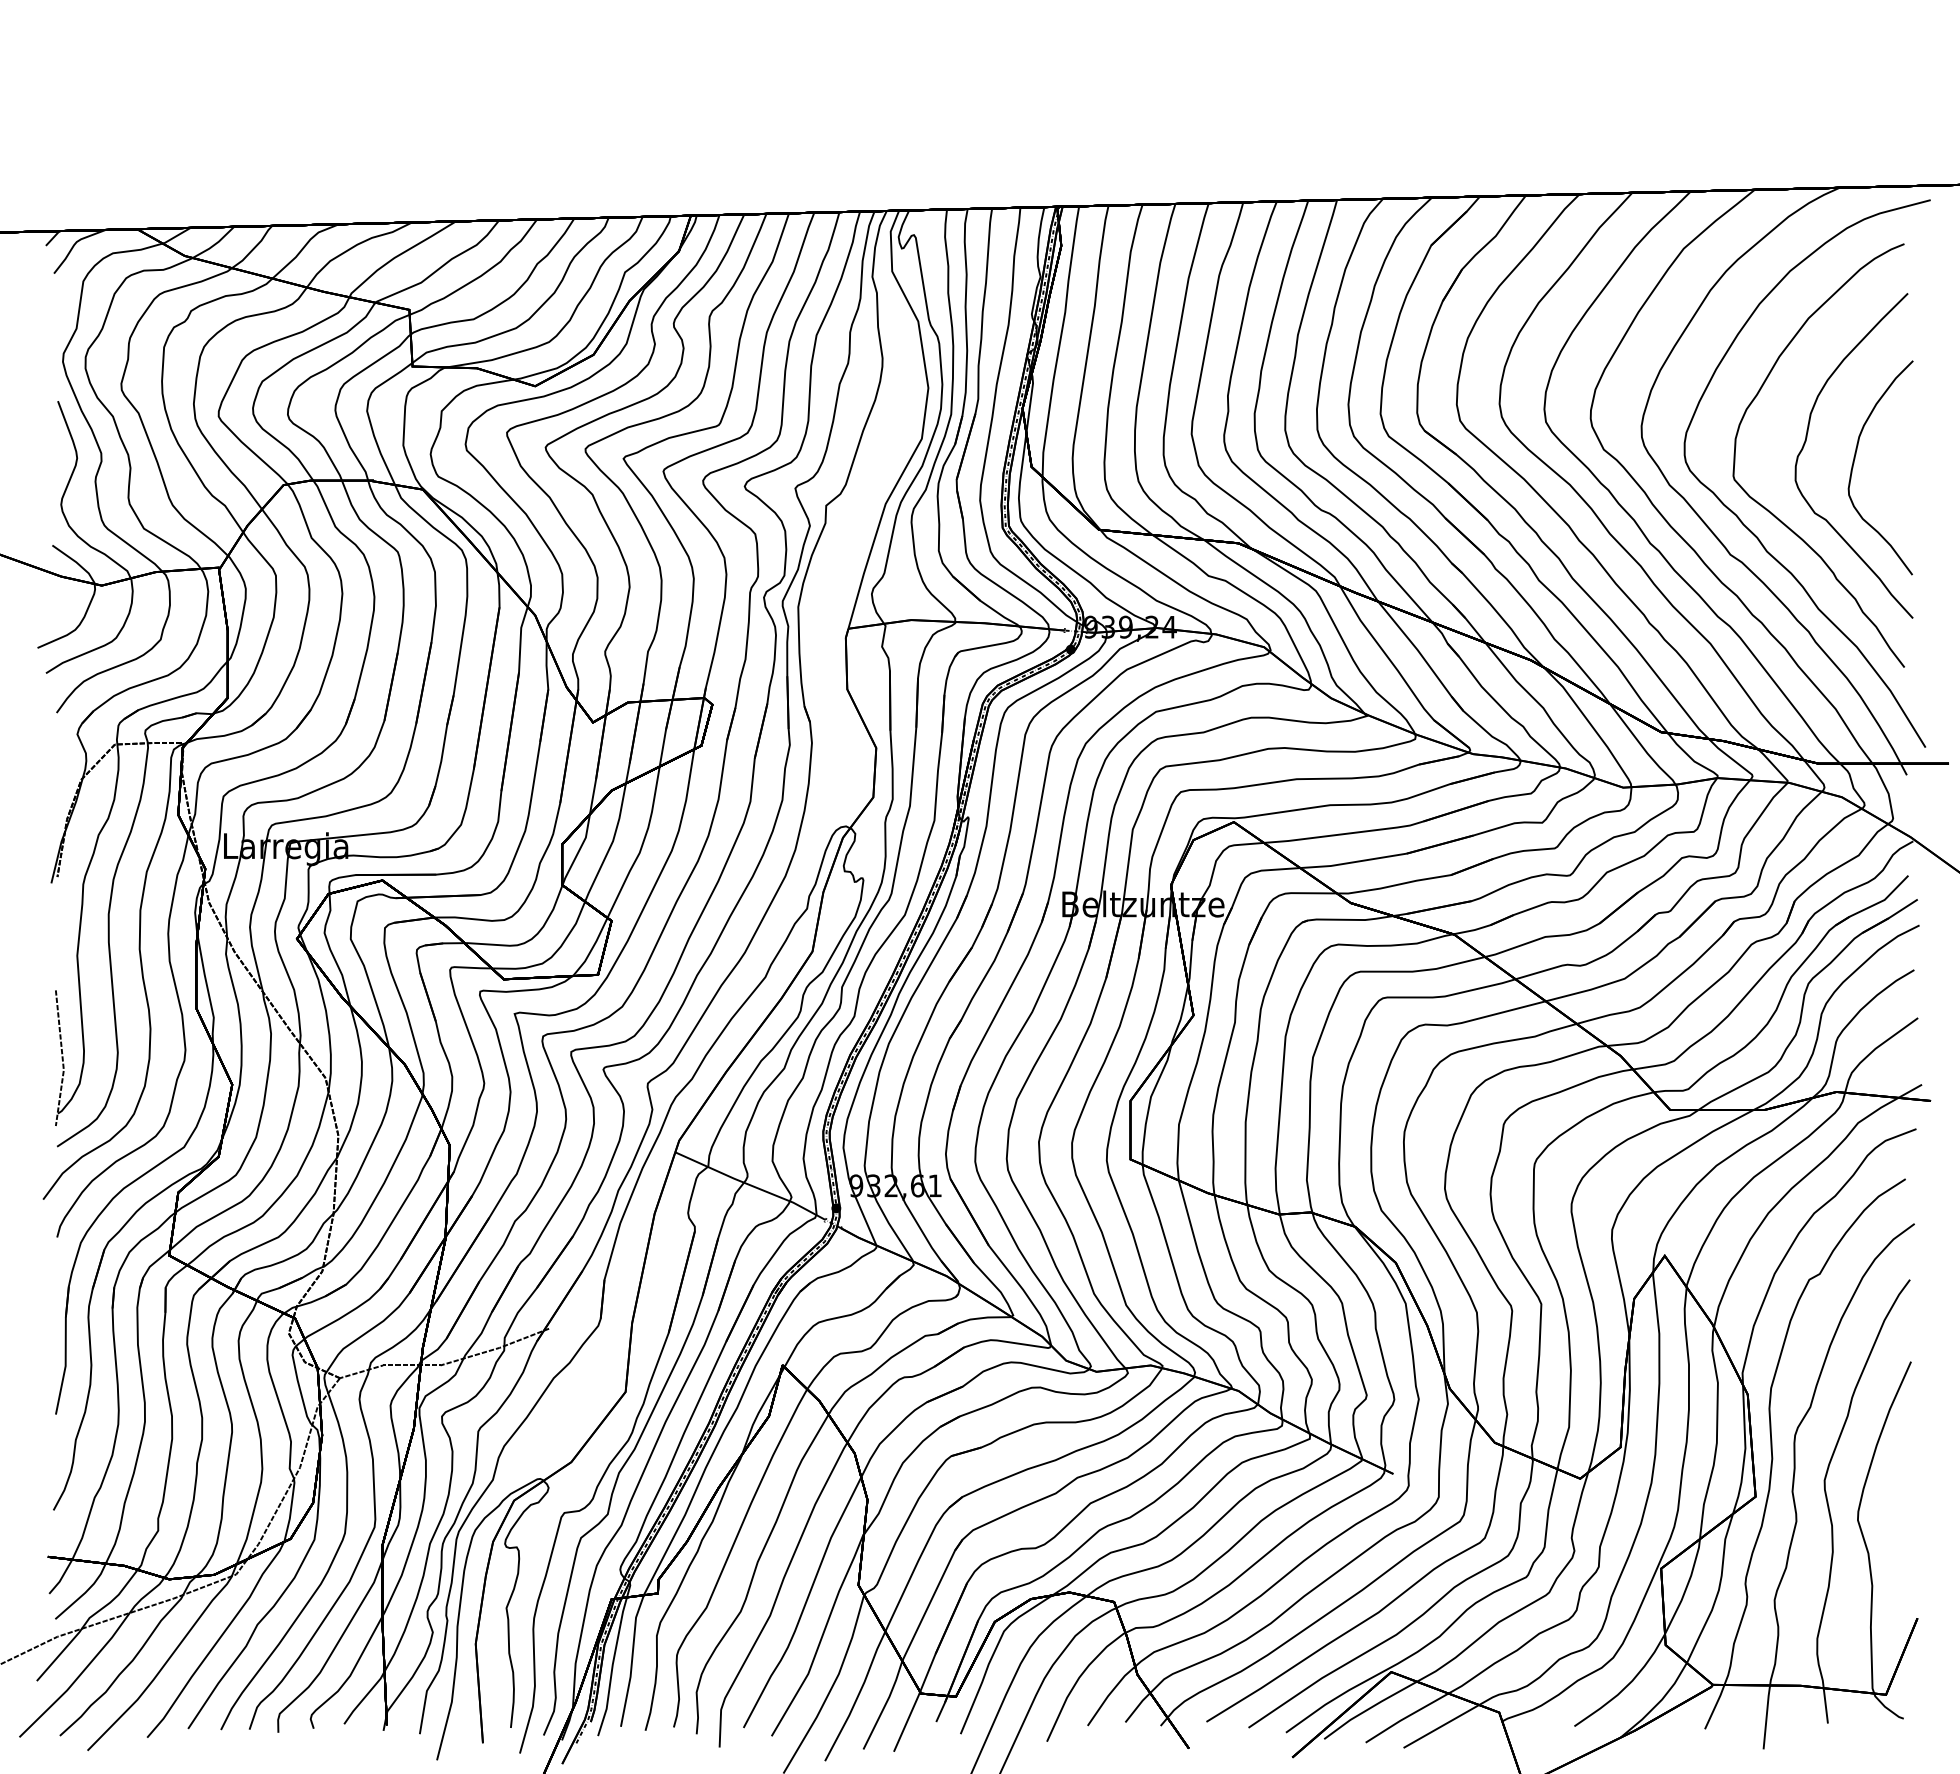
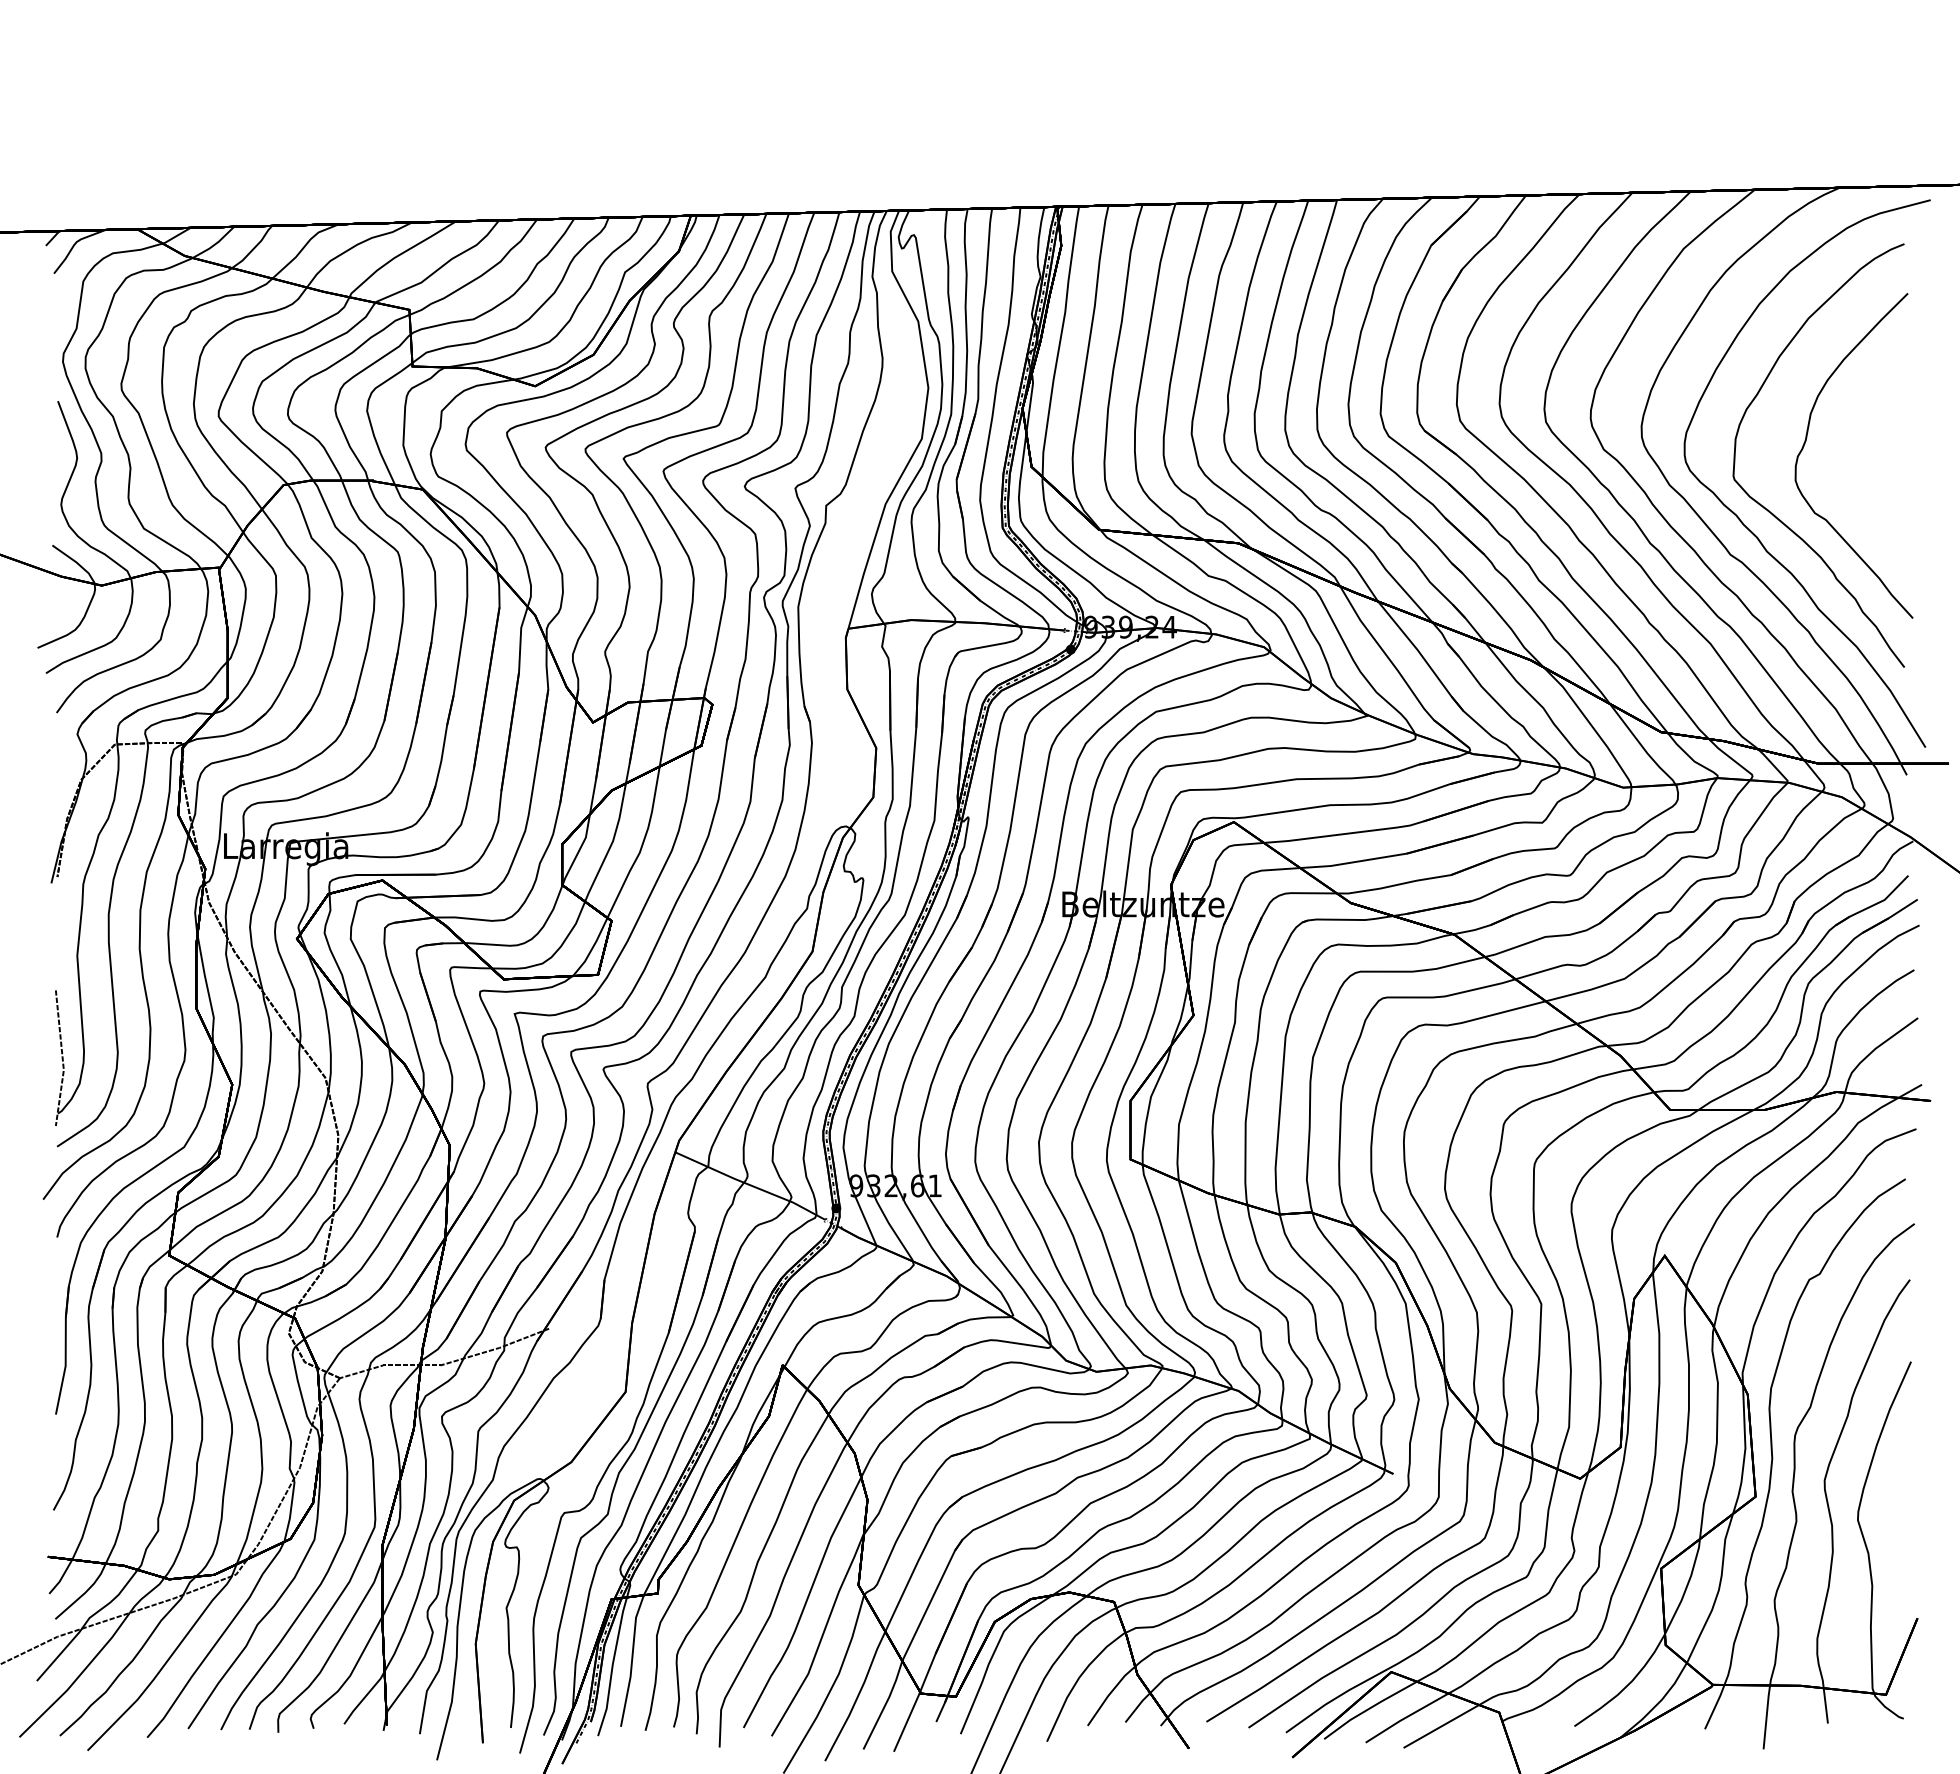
curve at (1855, 459): present -> none
